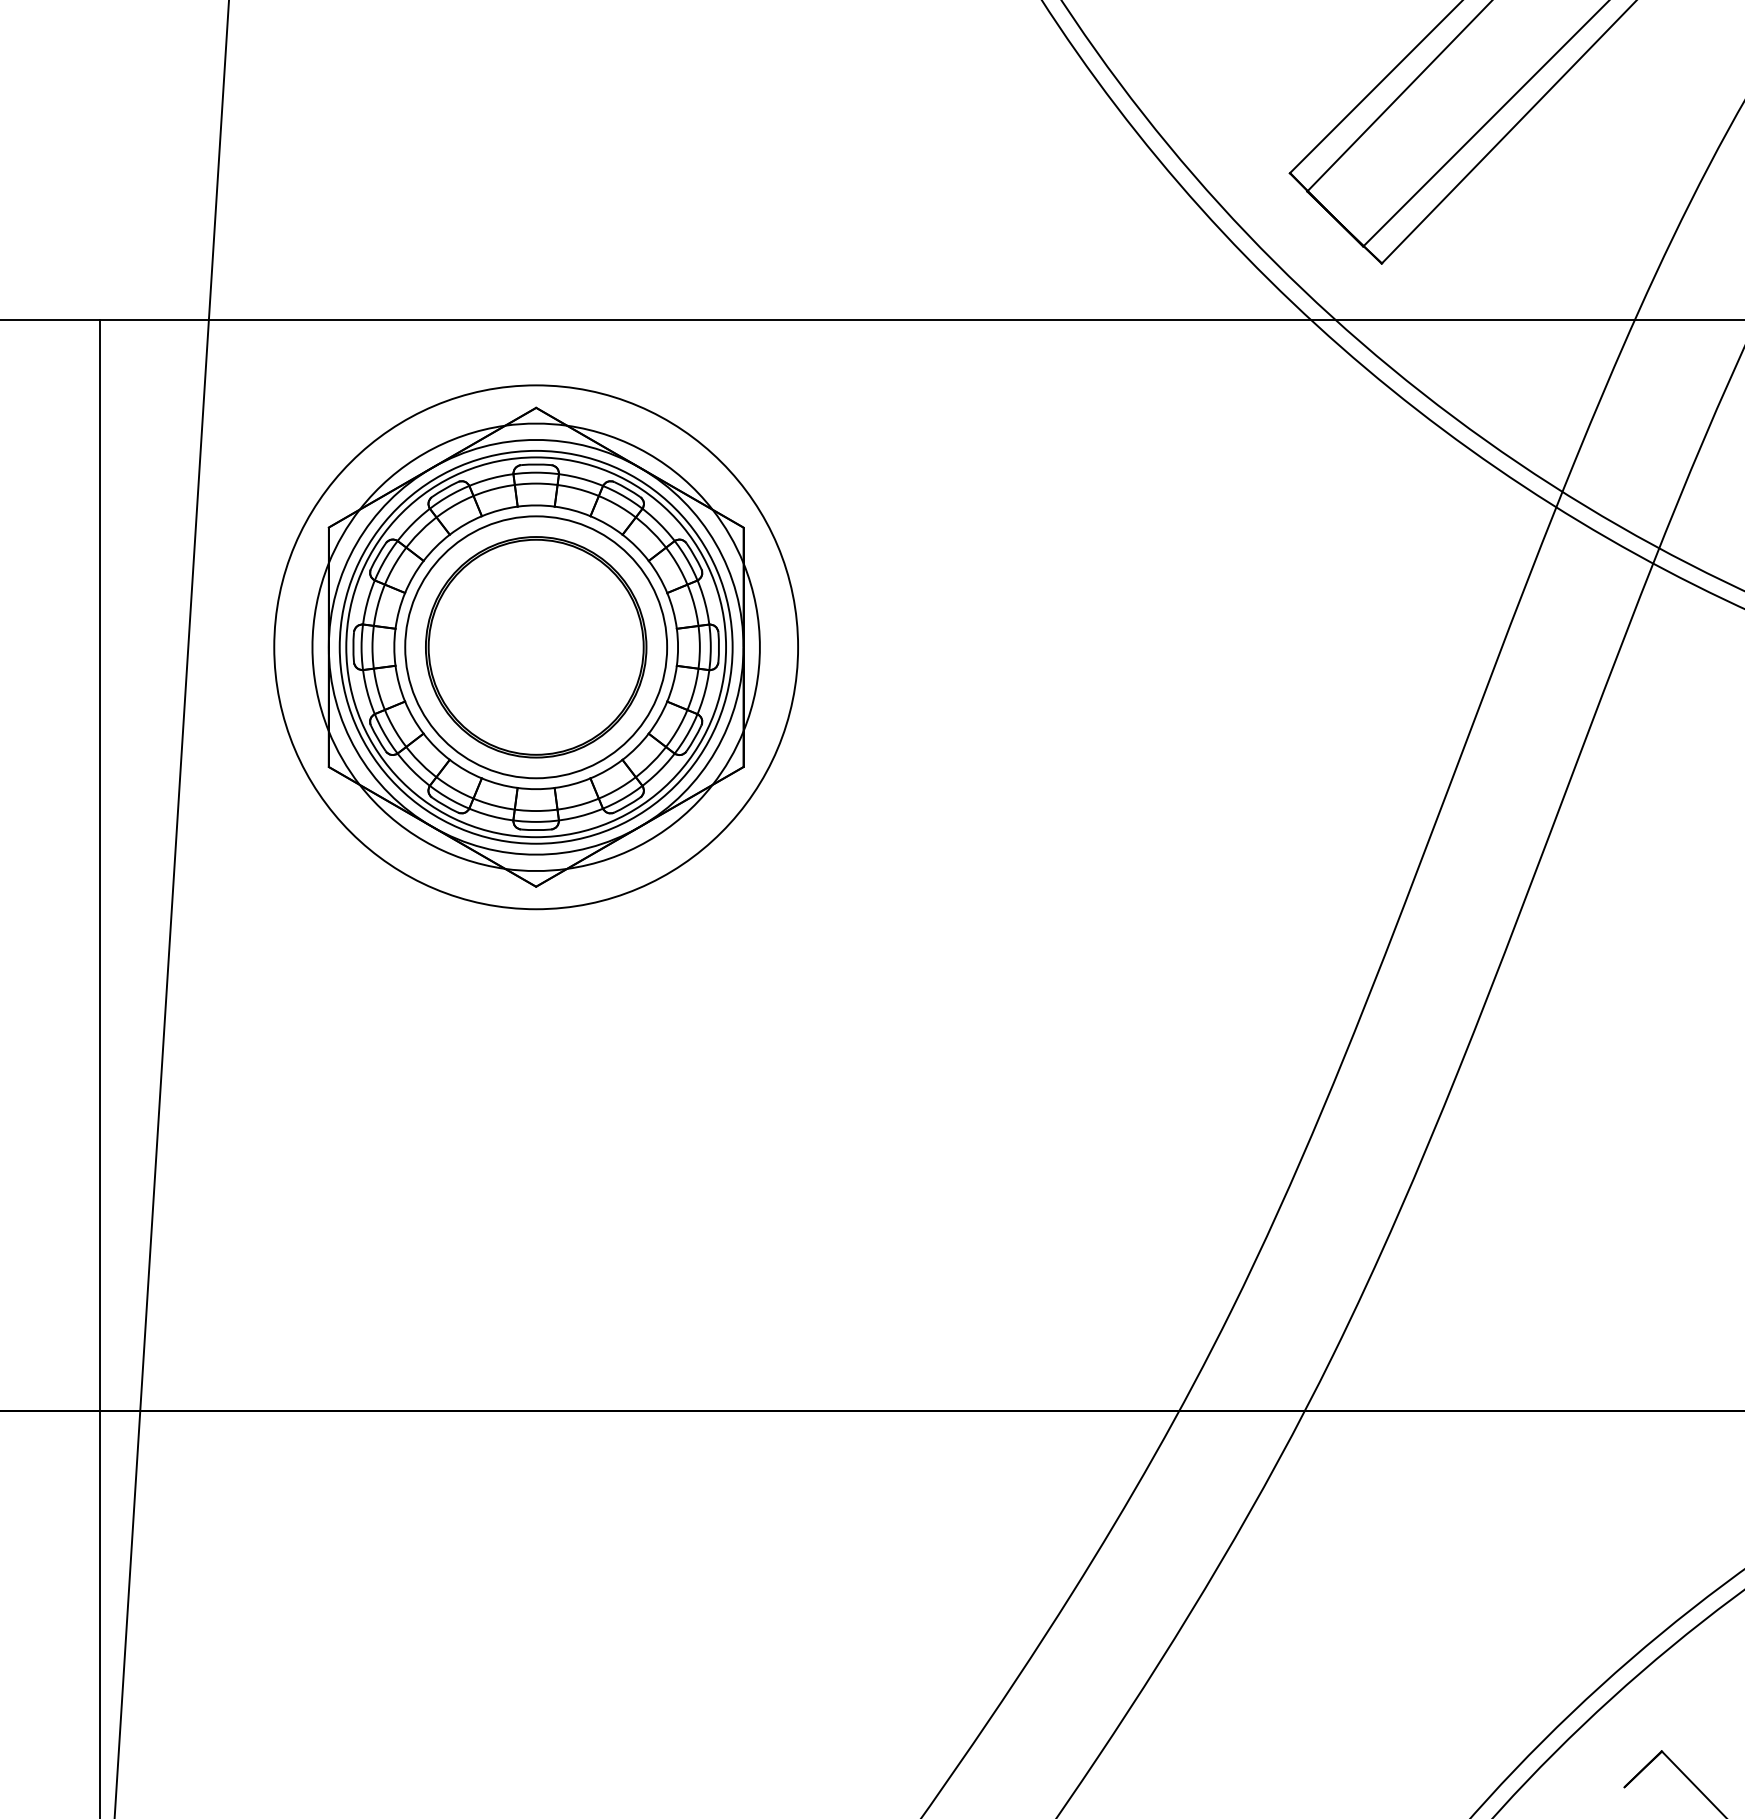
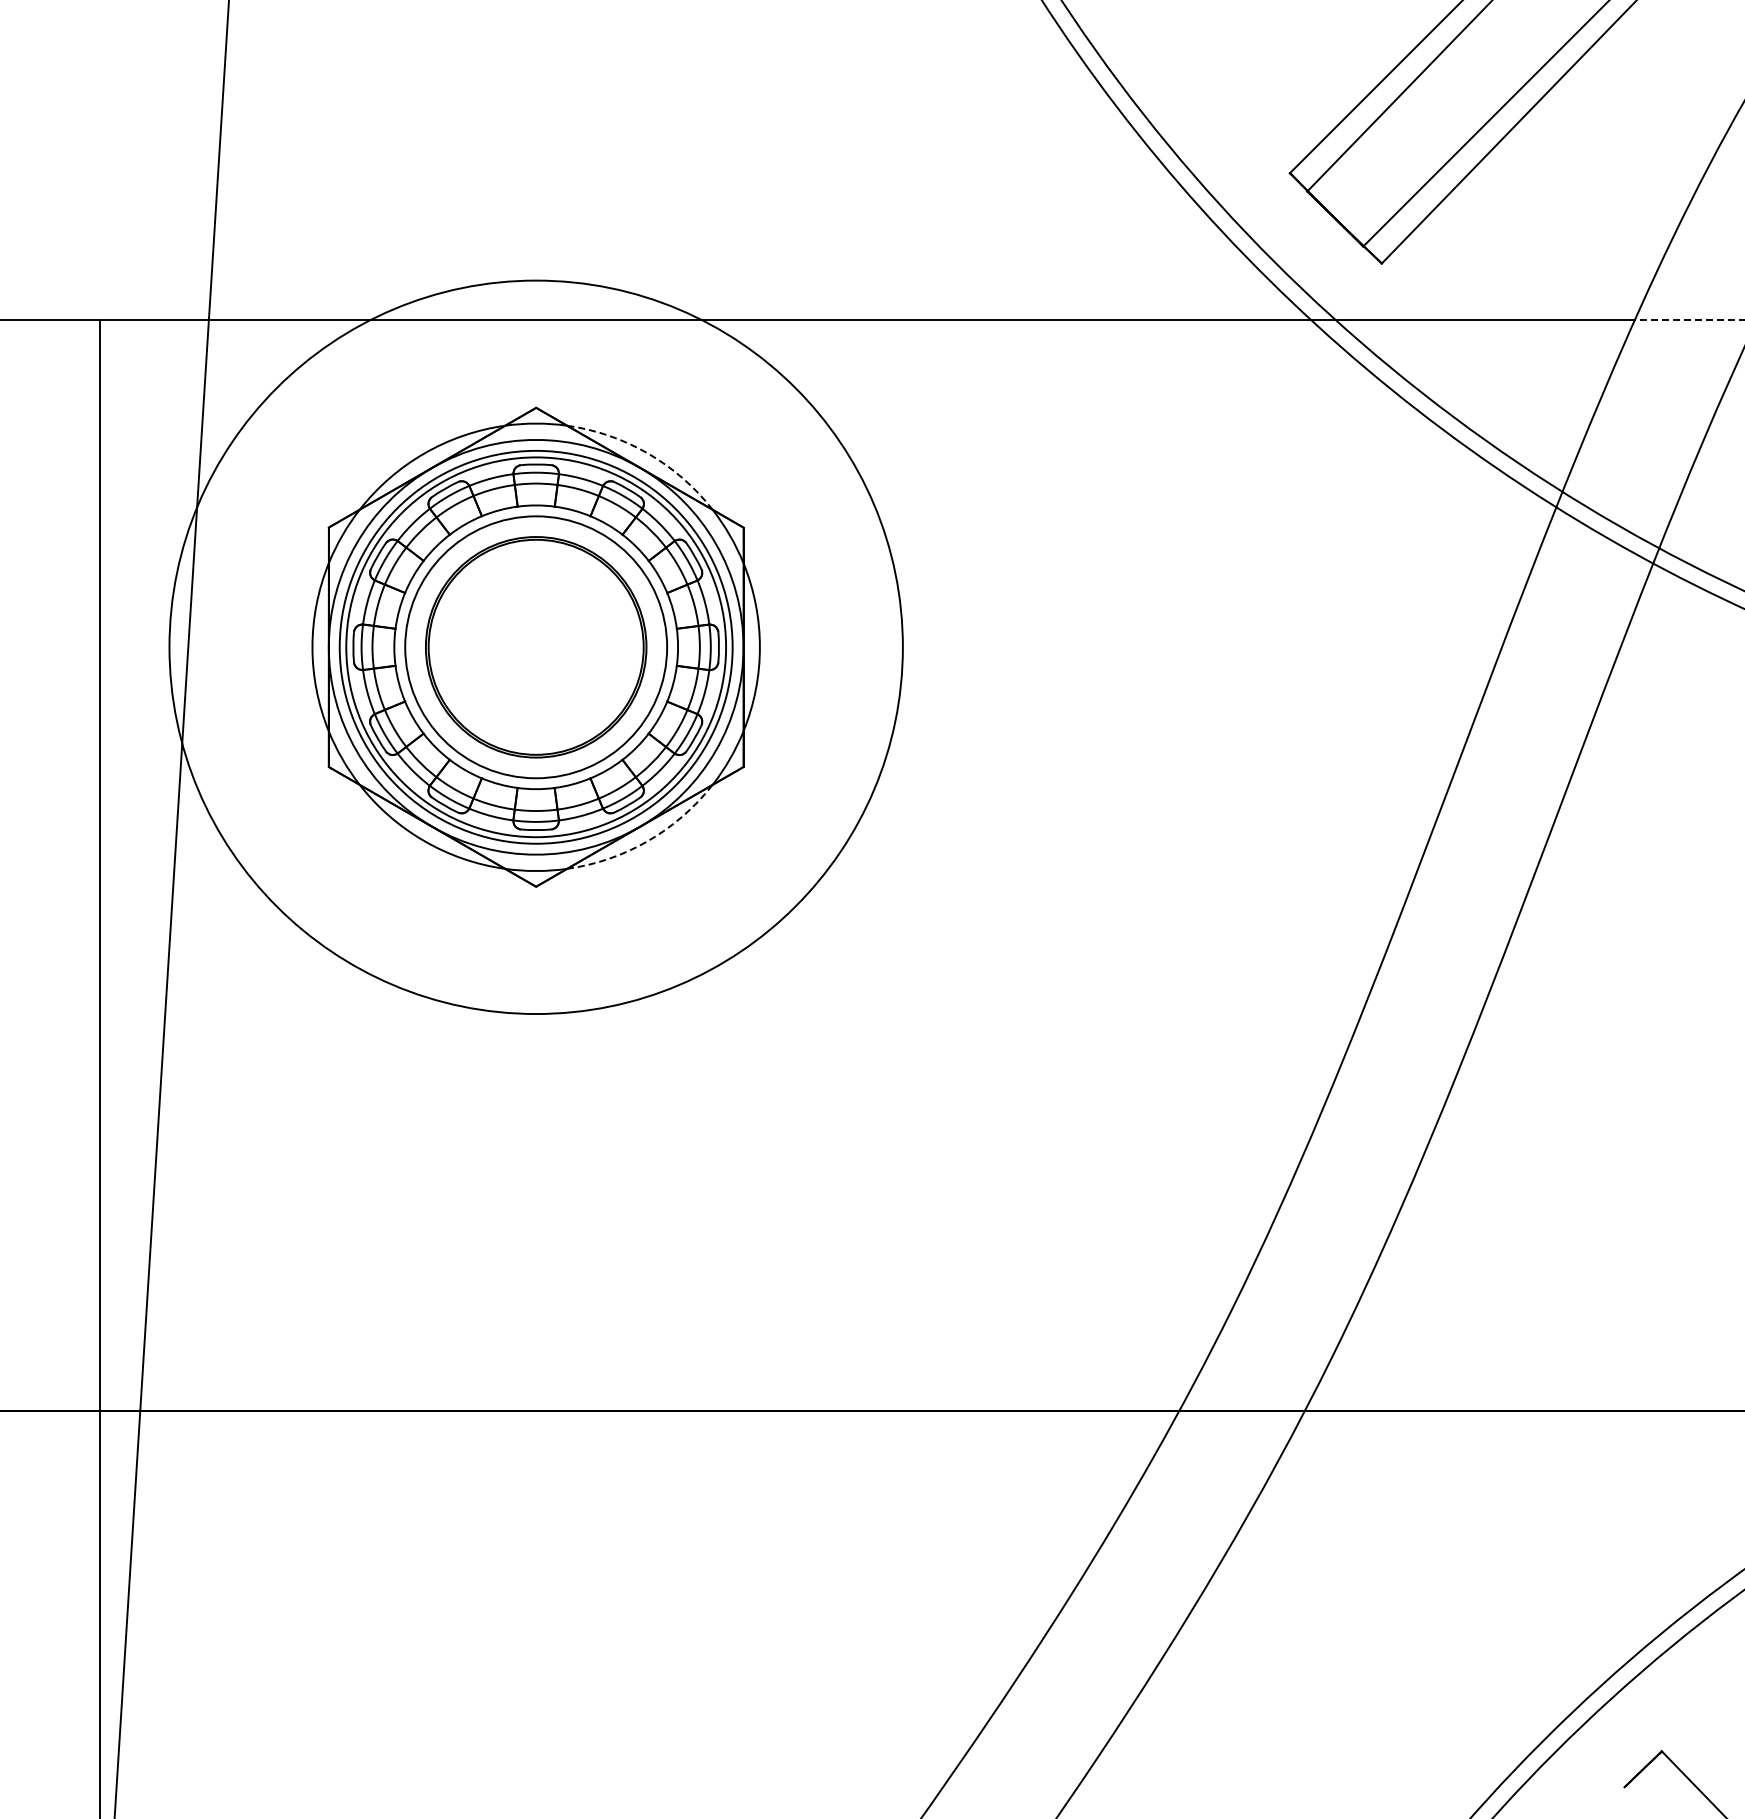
line at (1689, 319): solid -> dashed
arc at (648, 453): solid -> dashed
circle at (536, 647) diameter: 524 px -> 733 px
arc at (647, 841): solid -> dashed
